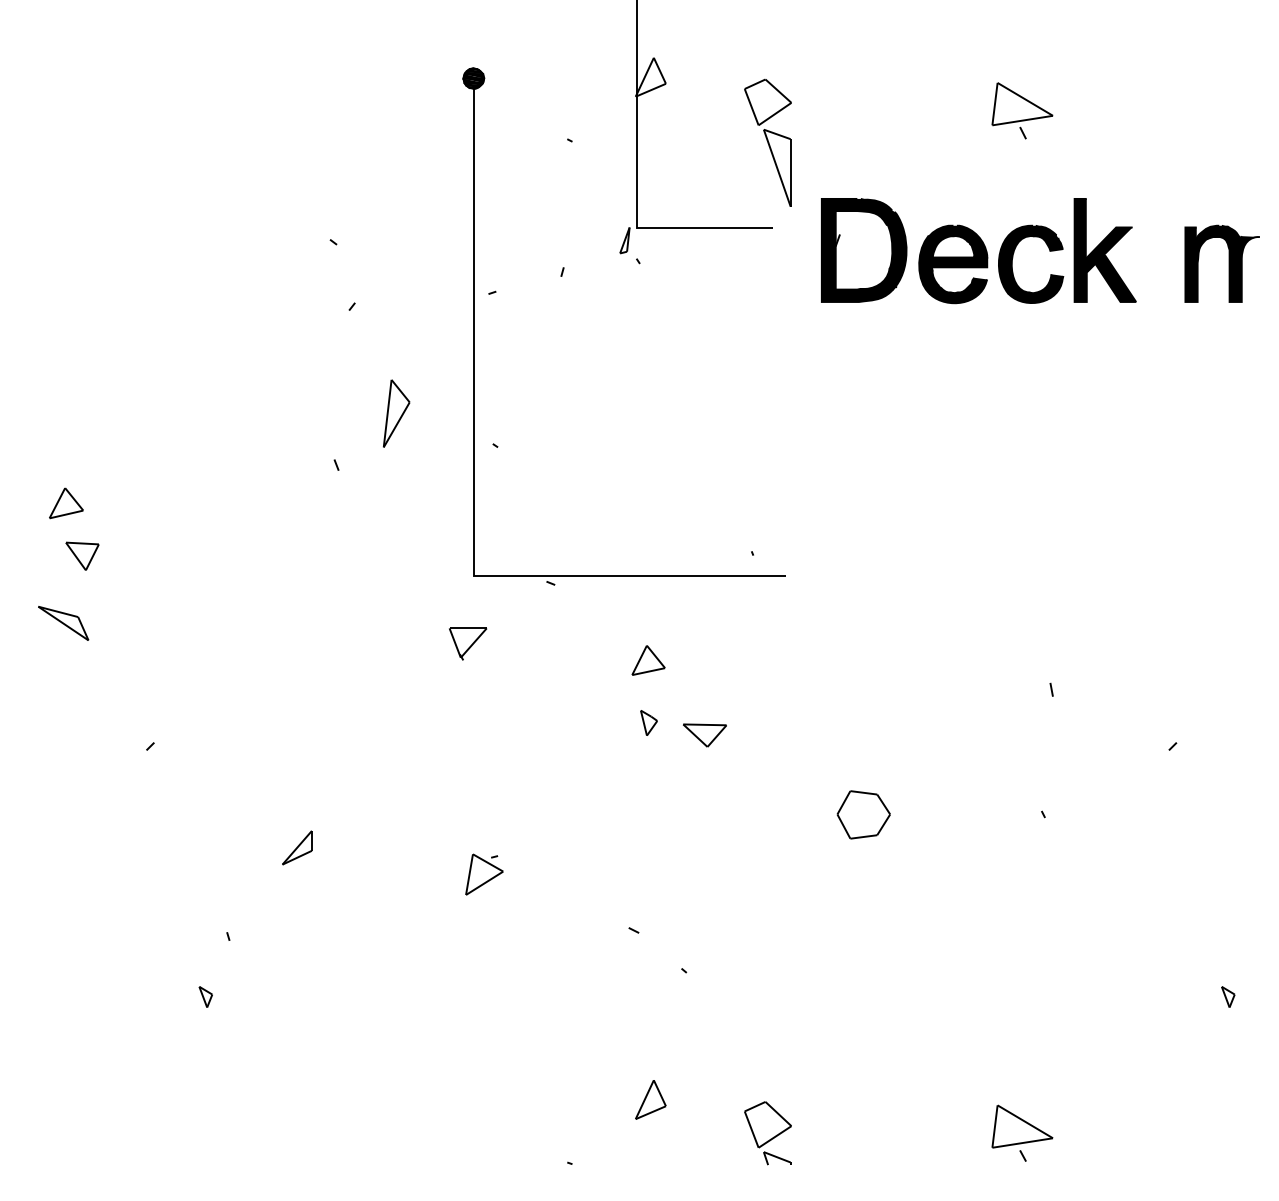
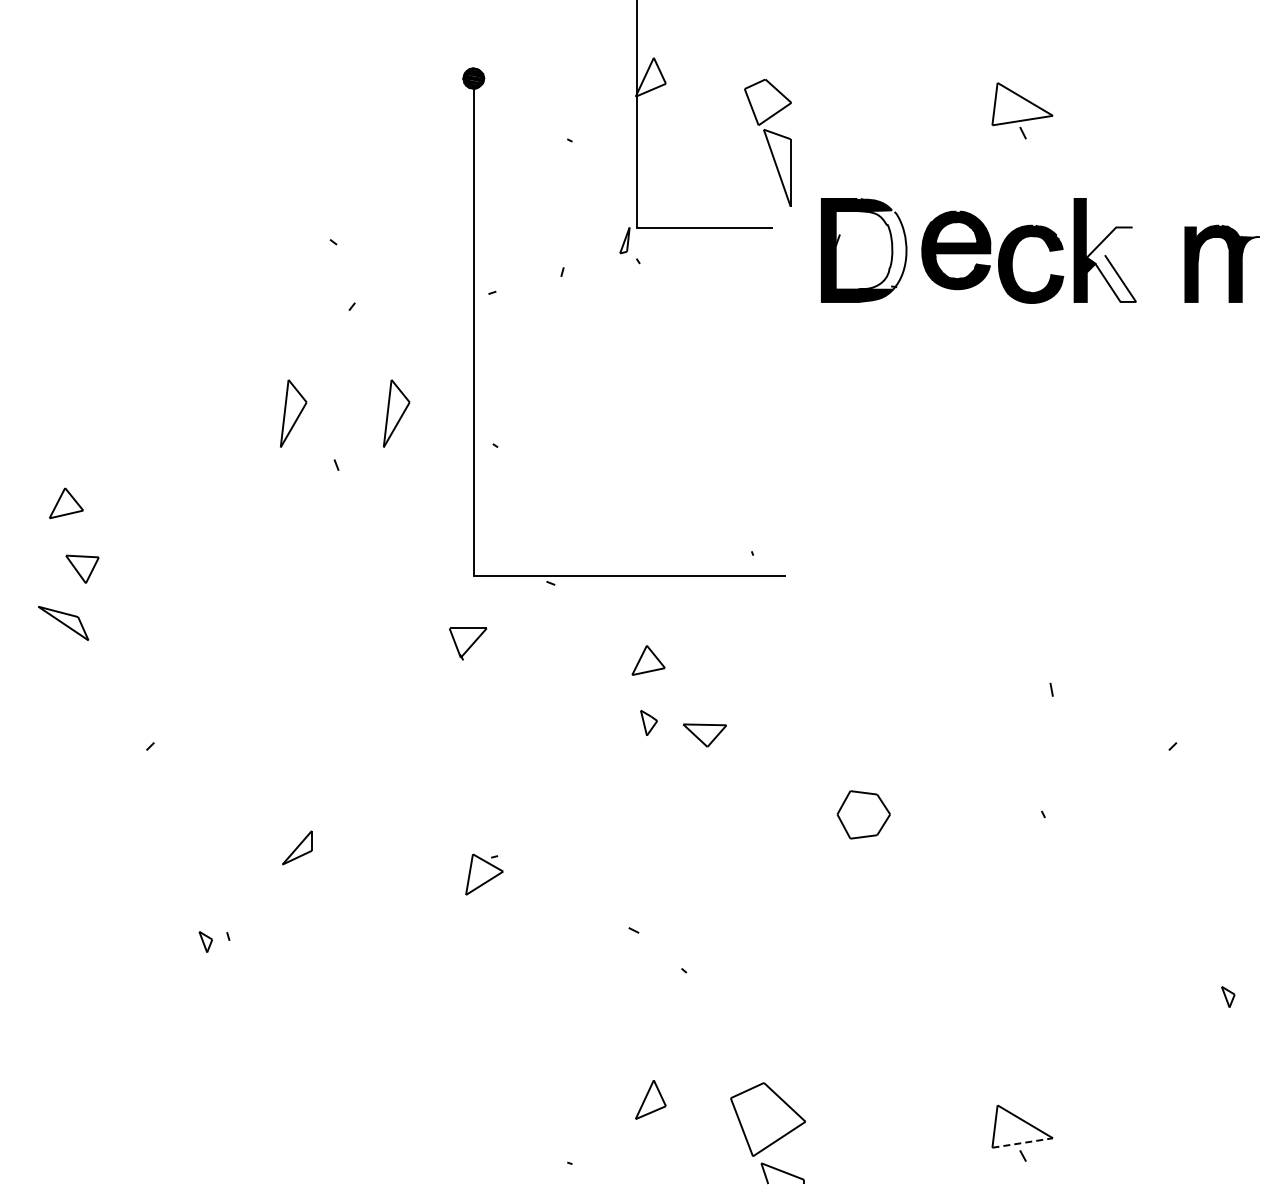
fill at (870, 249): present -> none
part at (953, 264) position: (953, 264) -> (956, 250)
fill at (1111, 264): present -> none
part at (293, 413): none -> present
part at (82, 555) position: (82, 555) -> (82, 568)
part at (205, 996) position: (205, 996) -> (205, 941)
part at (767, 1133) size: 48x65 px -> 76x103 px
line at (1022, 1143): solid -> dashed
